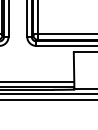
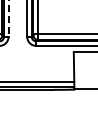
line at (8, 18): solid -> dashed
line at (48, 93): present -> none
line at (48, 99): present -> none
